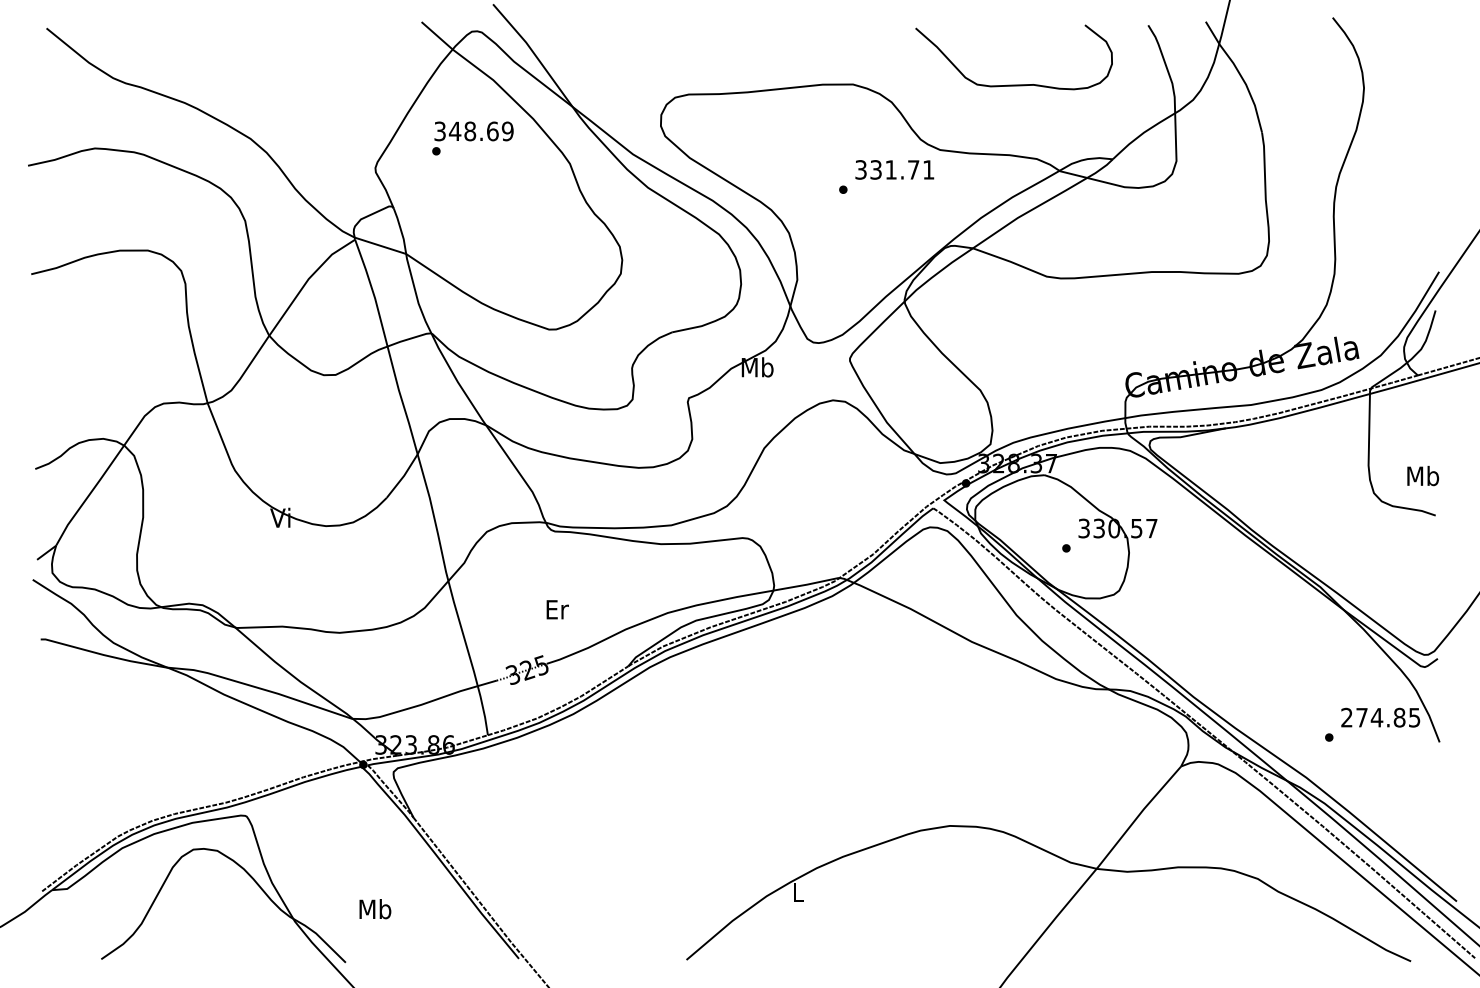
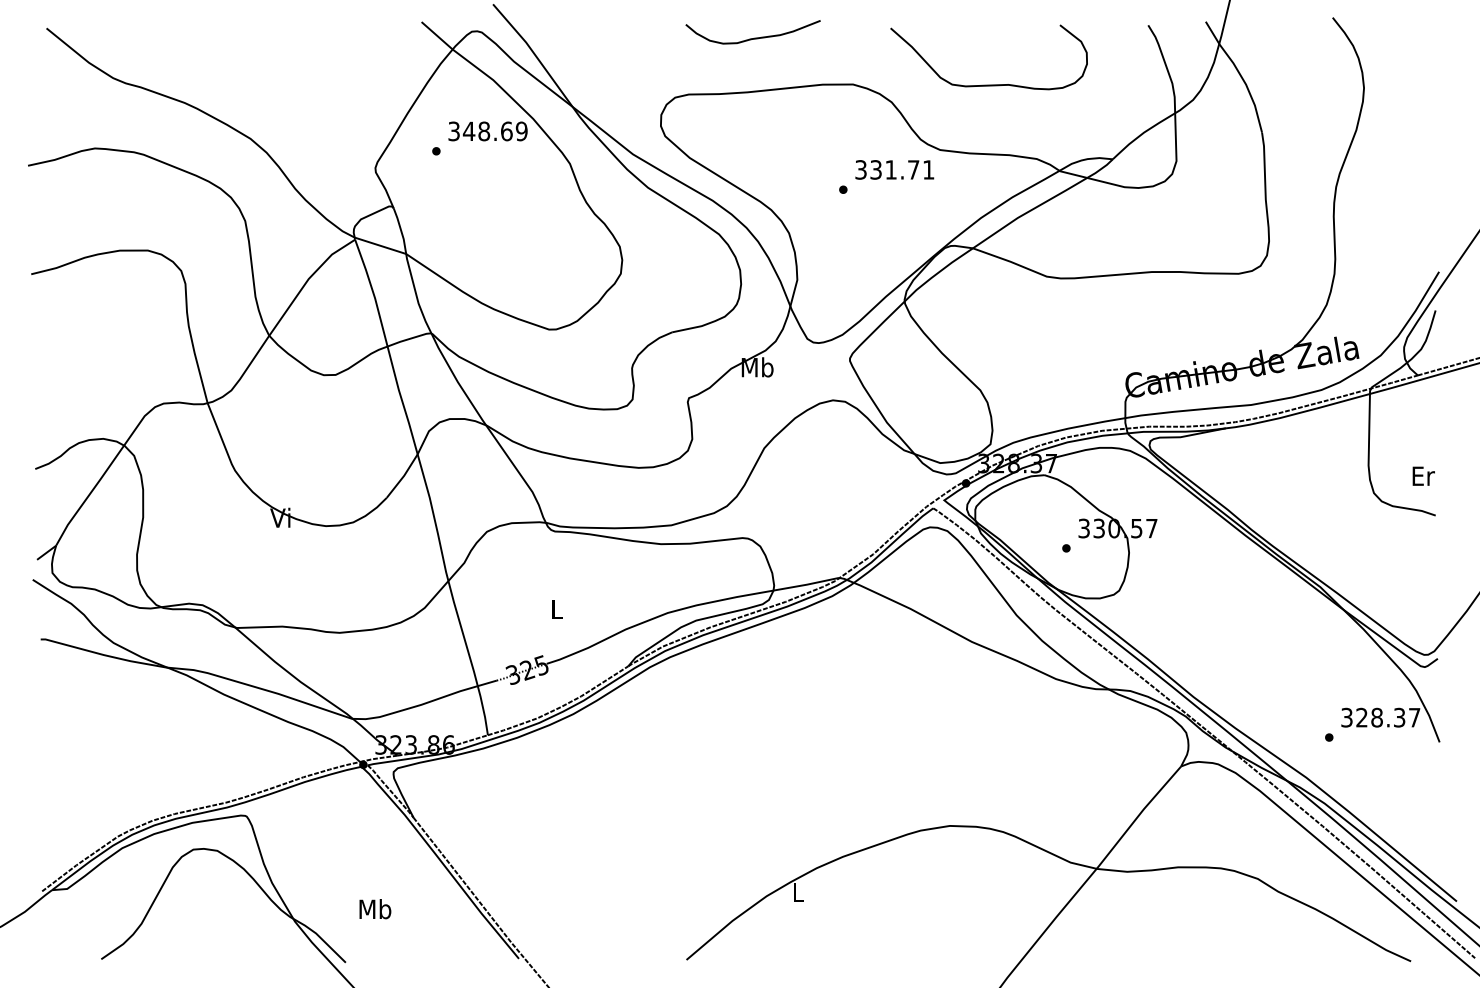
curve at (754, 37): none -> present
curve at (1013, 84) position: (1013, 84) -> (988, 84)
text at (473, 131) position: (473, 131) -> (487, 131)
text at (1423, 475): Mb -> Er
text at (557, 609): Er -> L
text at (1380, 717): 274.85 -> 328.37
